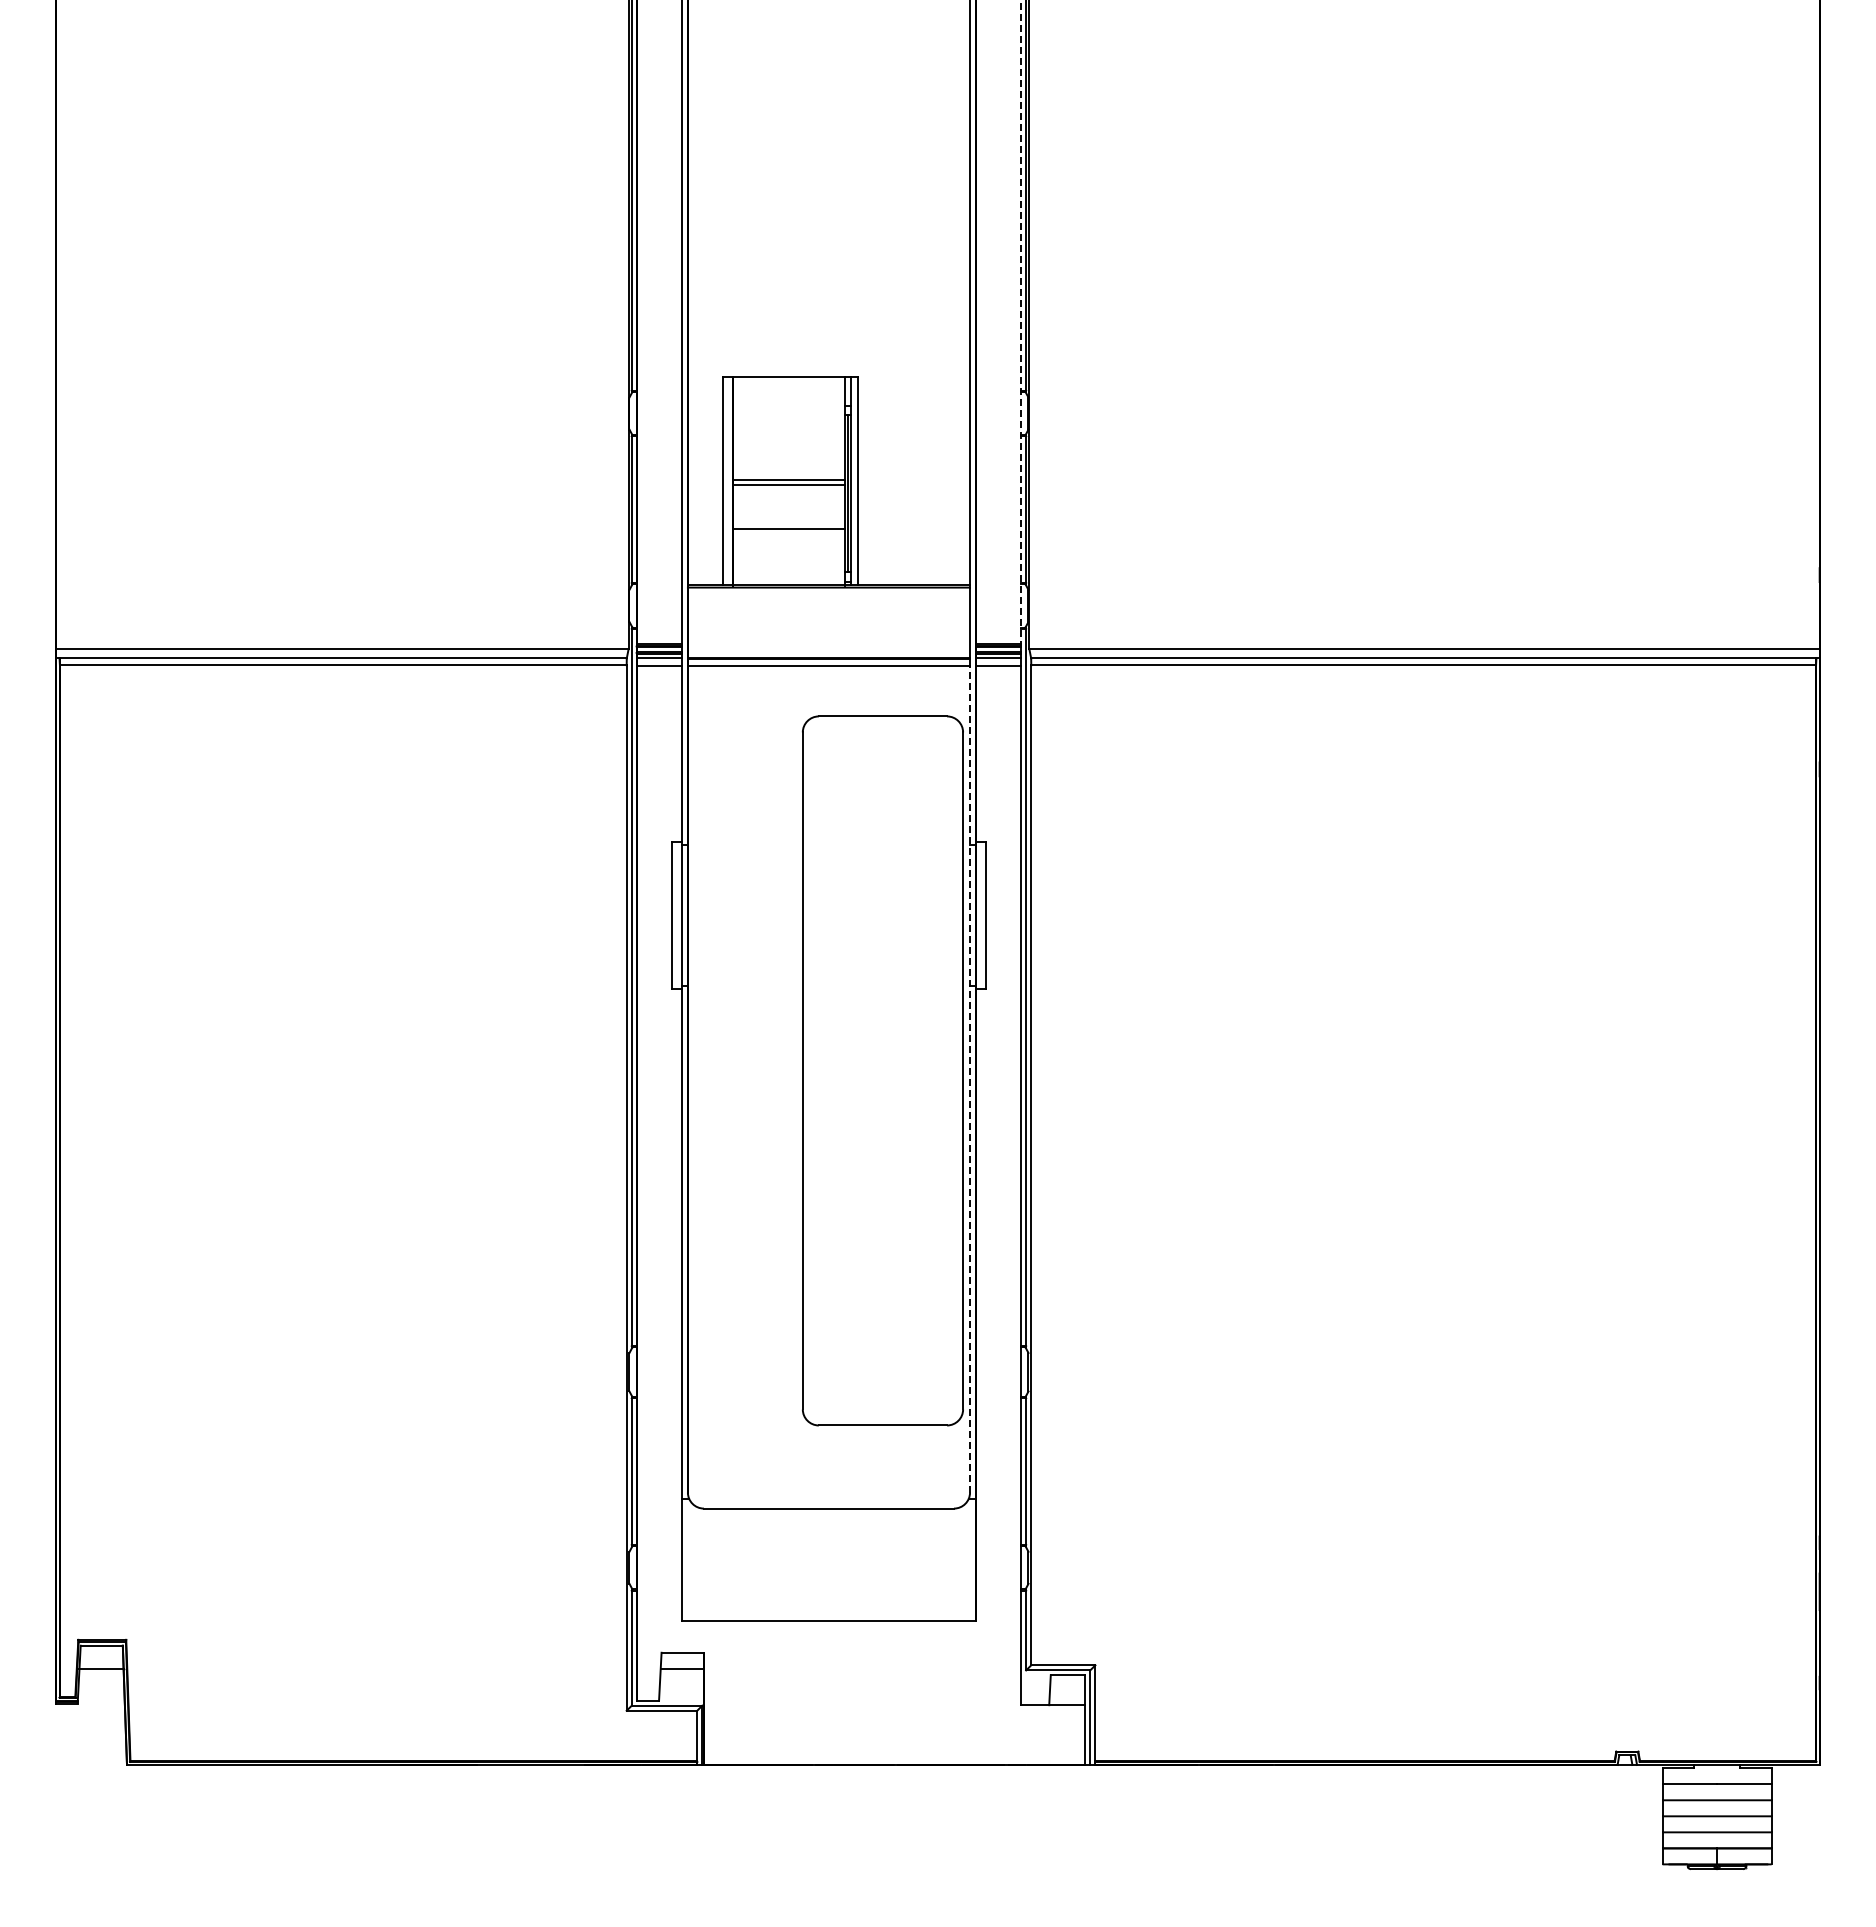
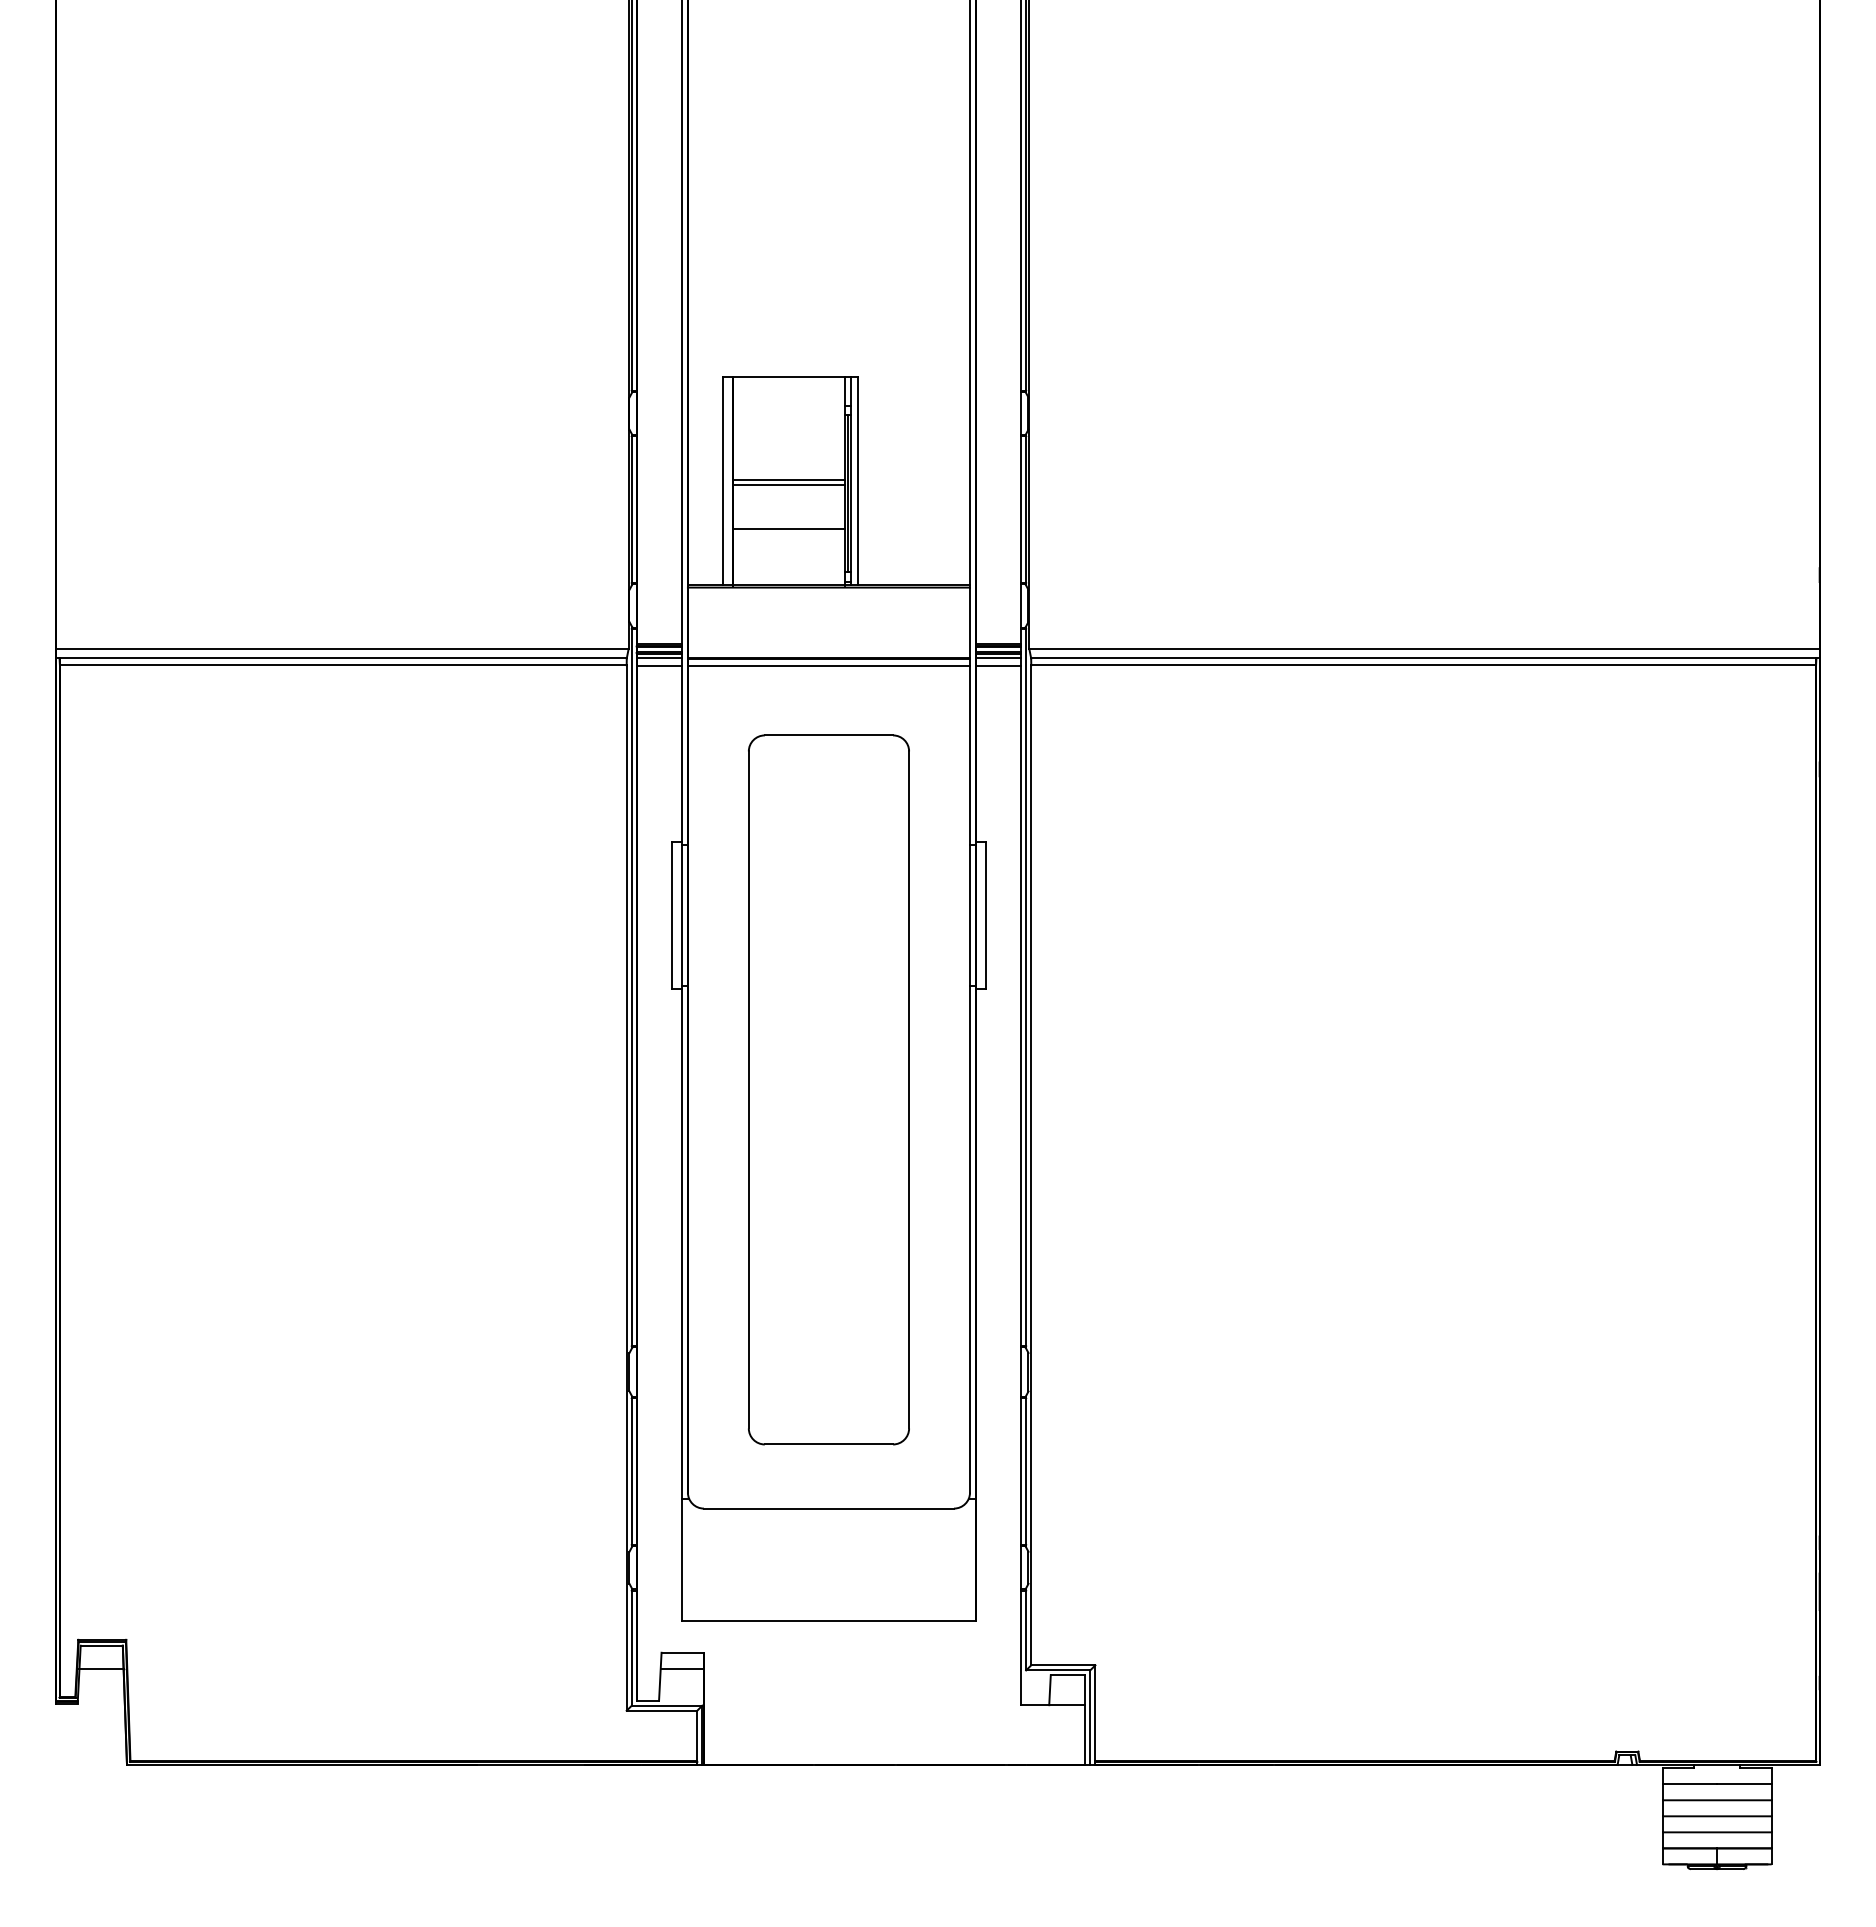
line at (1021, 322): dashed -> solid
part at (882, 1070) position: (882, 1070) -> (828, 1089)
line at (970, 1078): dashed -> solid
